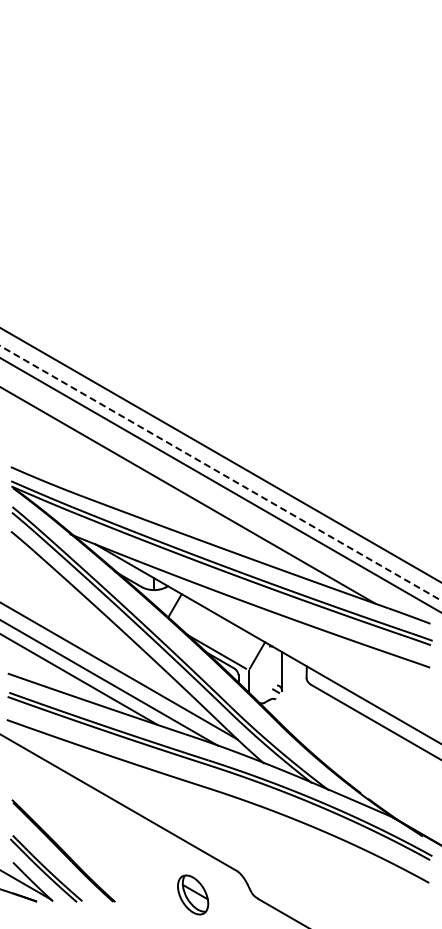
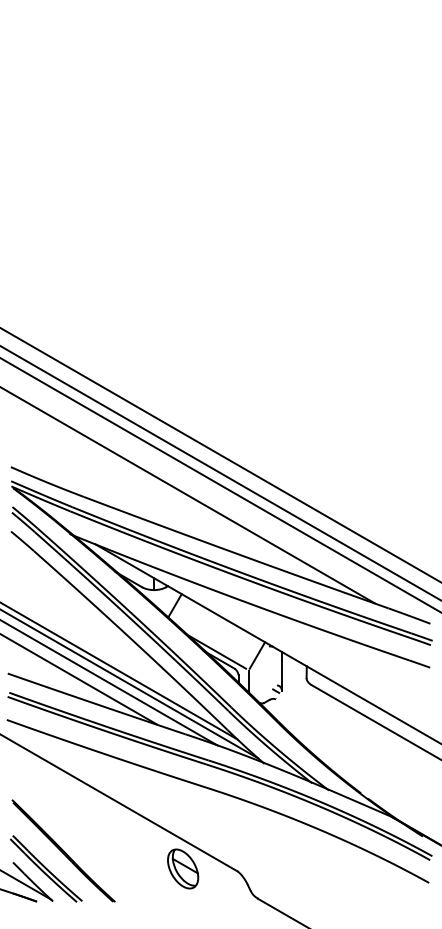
line at (220, 473): dashed -> solid
line at (130, 684): none -> present
part at (193, 894) position: (193, 894) -> (183, 868)
